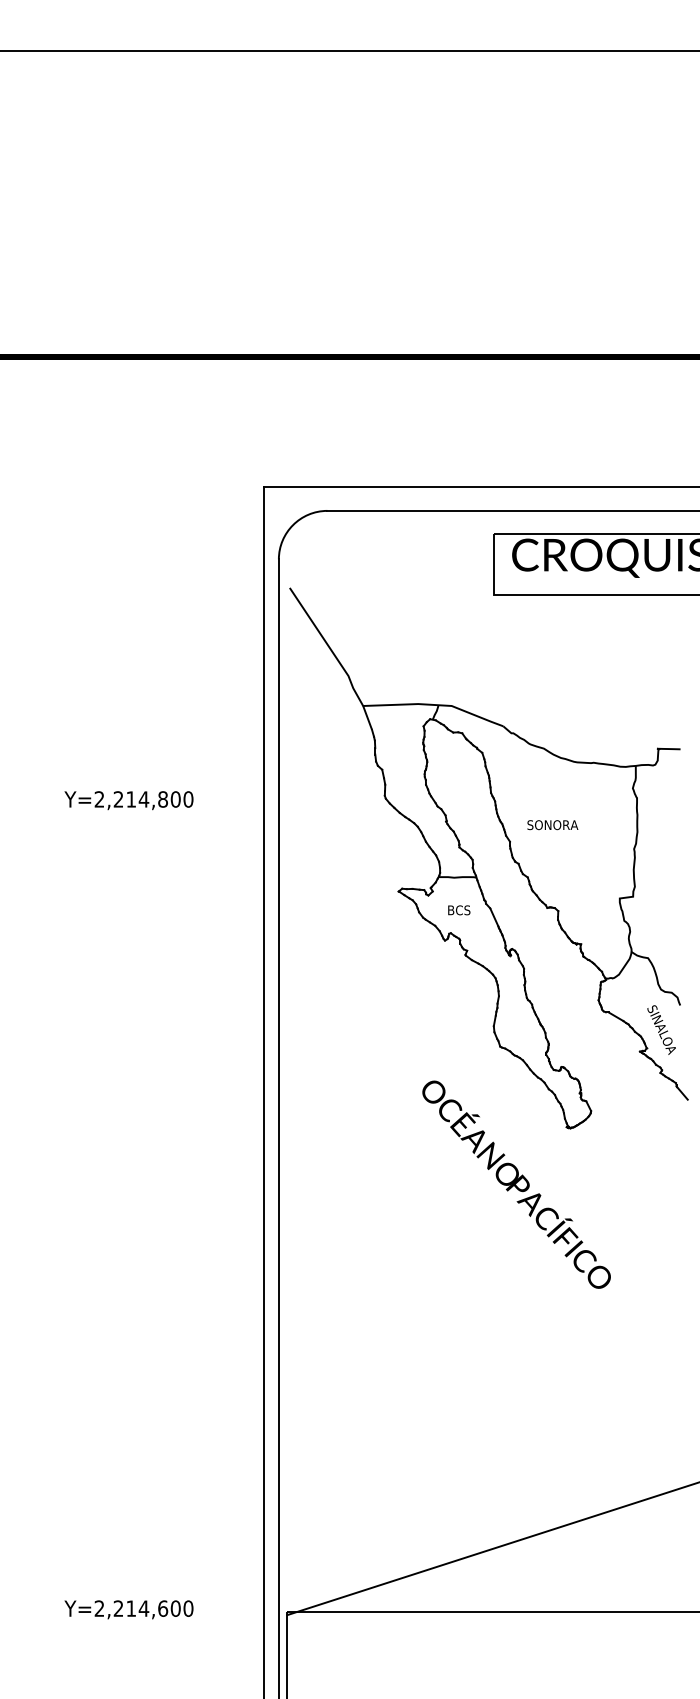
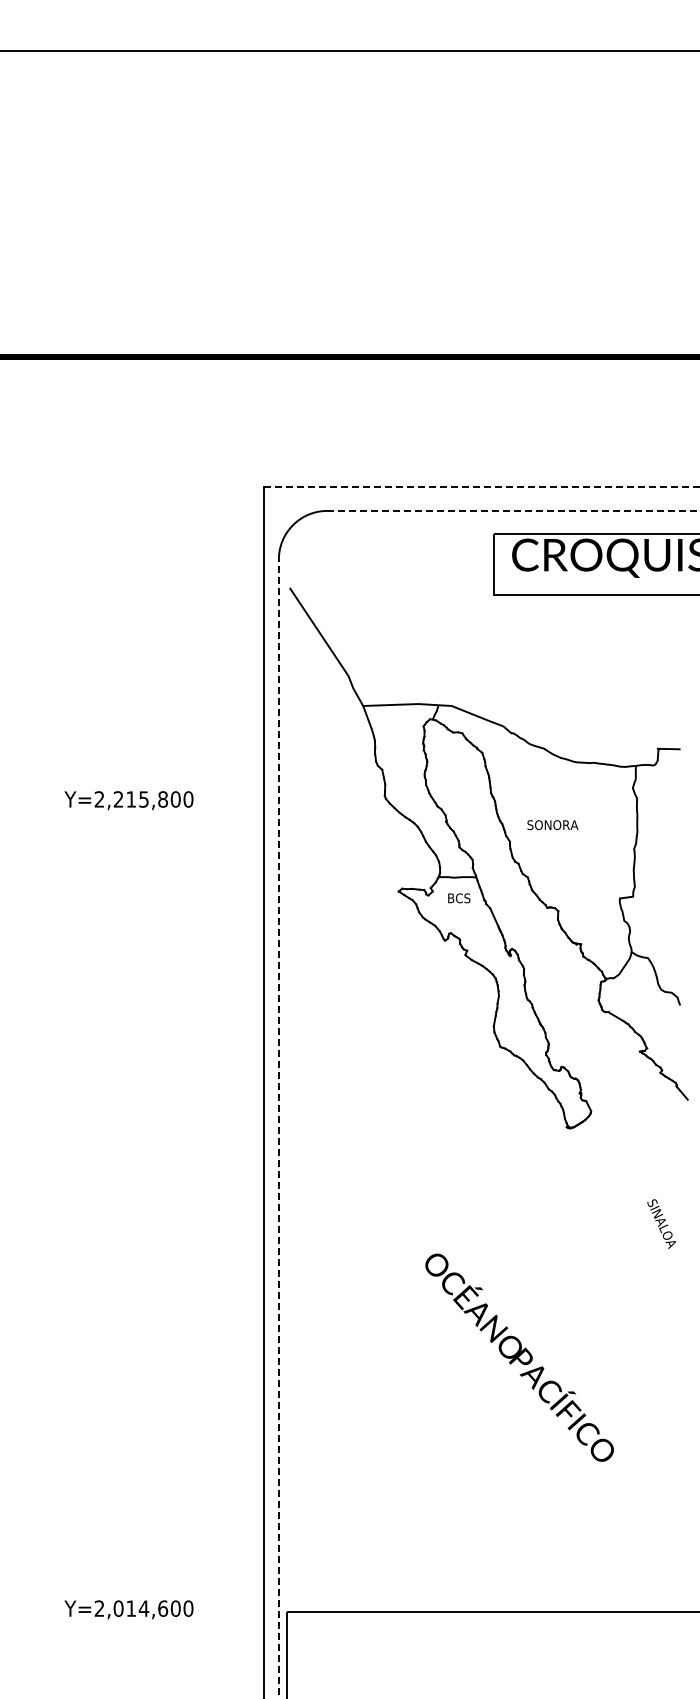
line at (481, 486): solid -> dashed
line at (513, 510): solid -> dashed
text at (143, 799): Y=2,214,800 -> Y=2,215,800
text at (459, 910) position: (459, 910) -> (459, 898)
text at (661, 1029) position: (661, 1029) -> (661, 1223)
line at (278, 1128): solid -> dashed
text at (516, 1184) position: (516, 1184) -> (519, 1357)
line at (491, 1549): present -> none
text at (118, 1608): Y=2,214,600 -> Y=2,014,600
